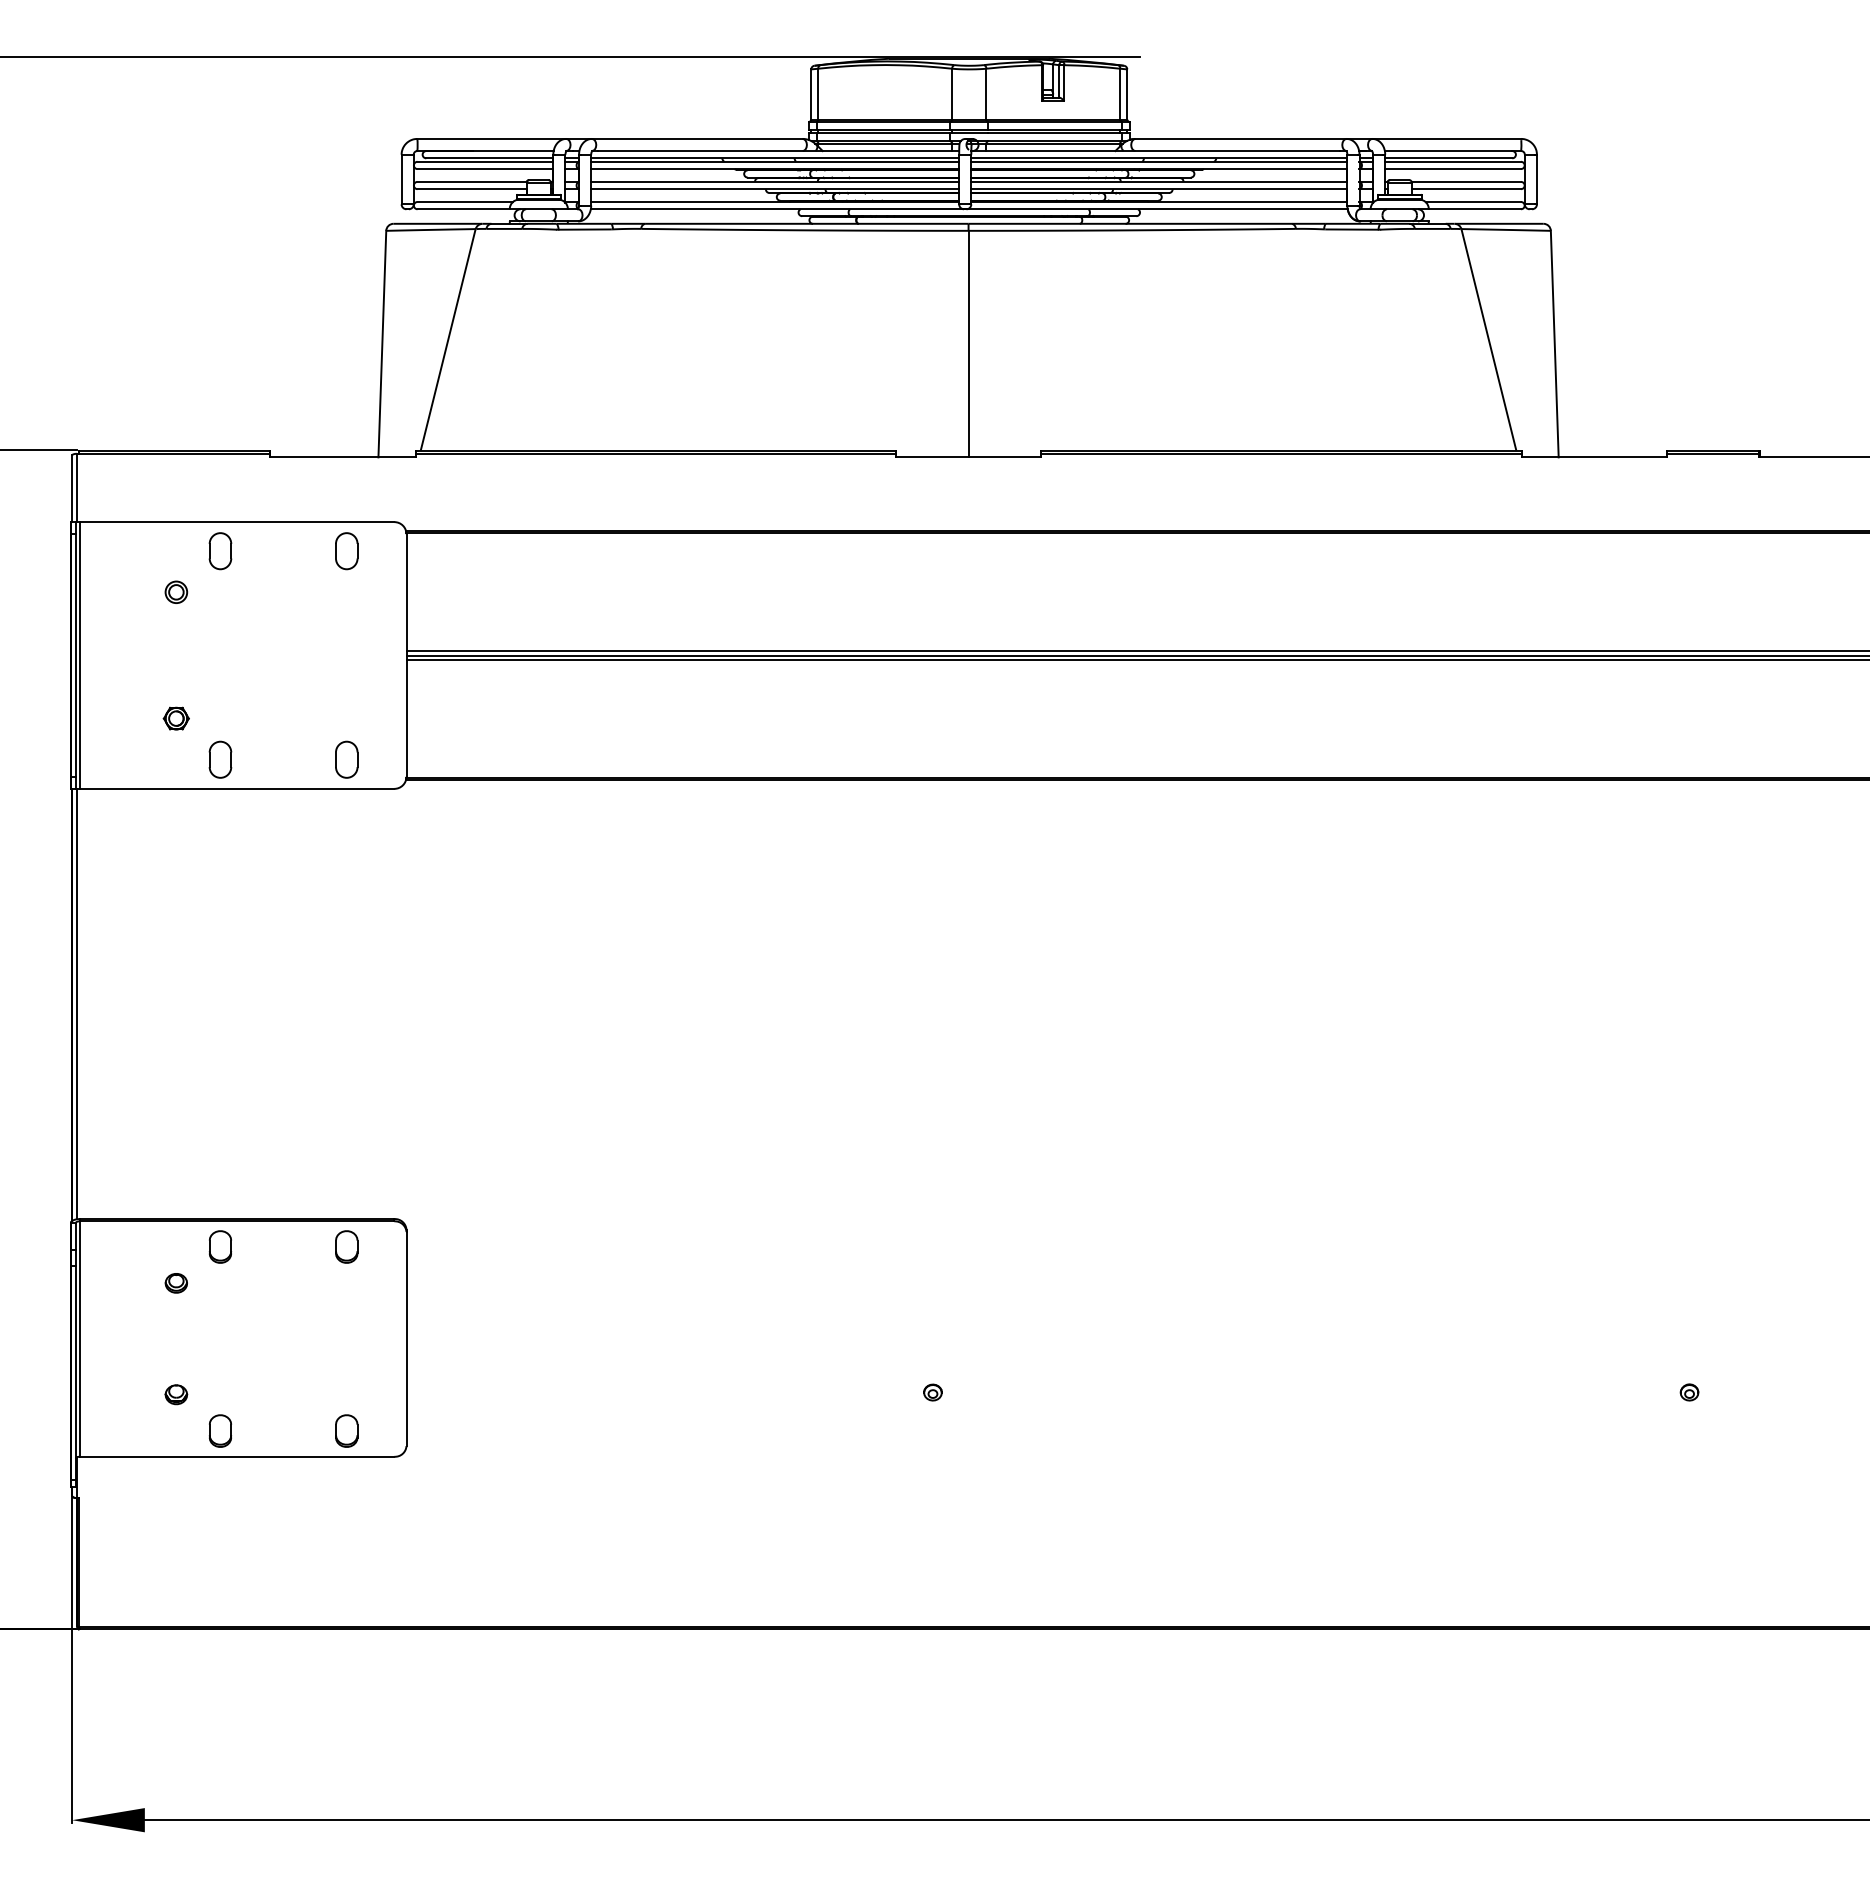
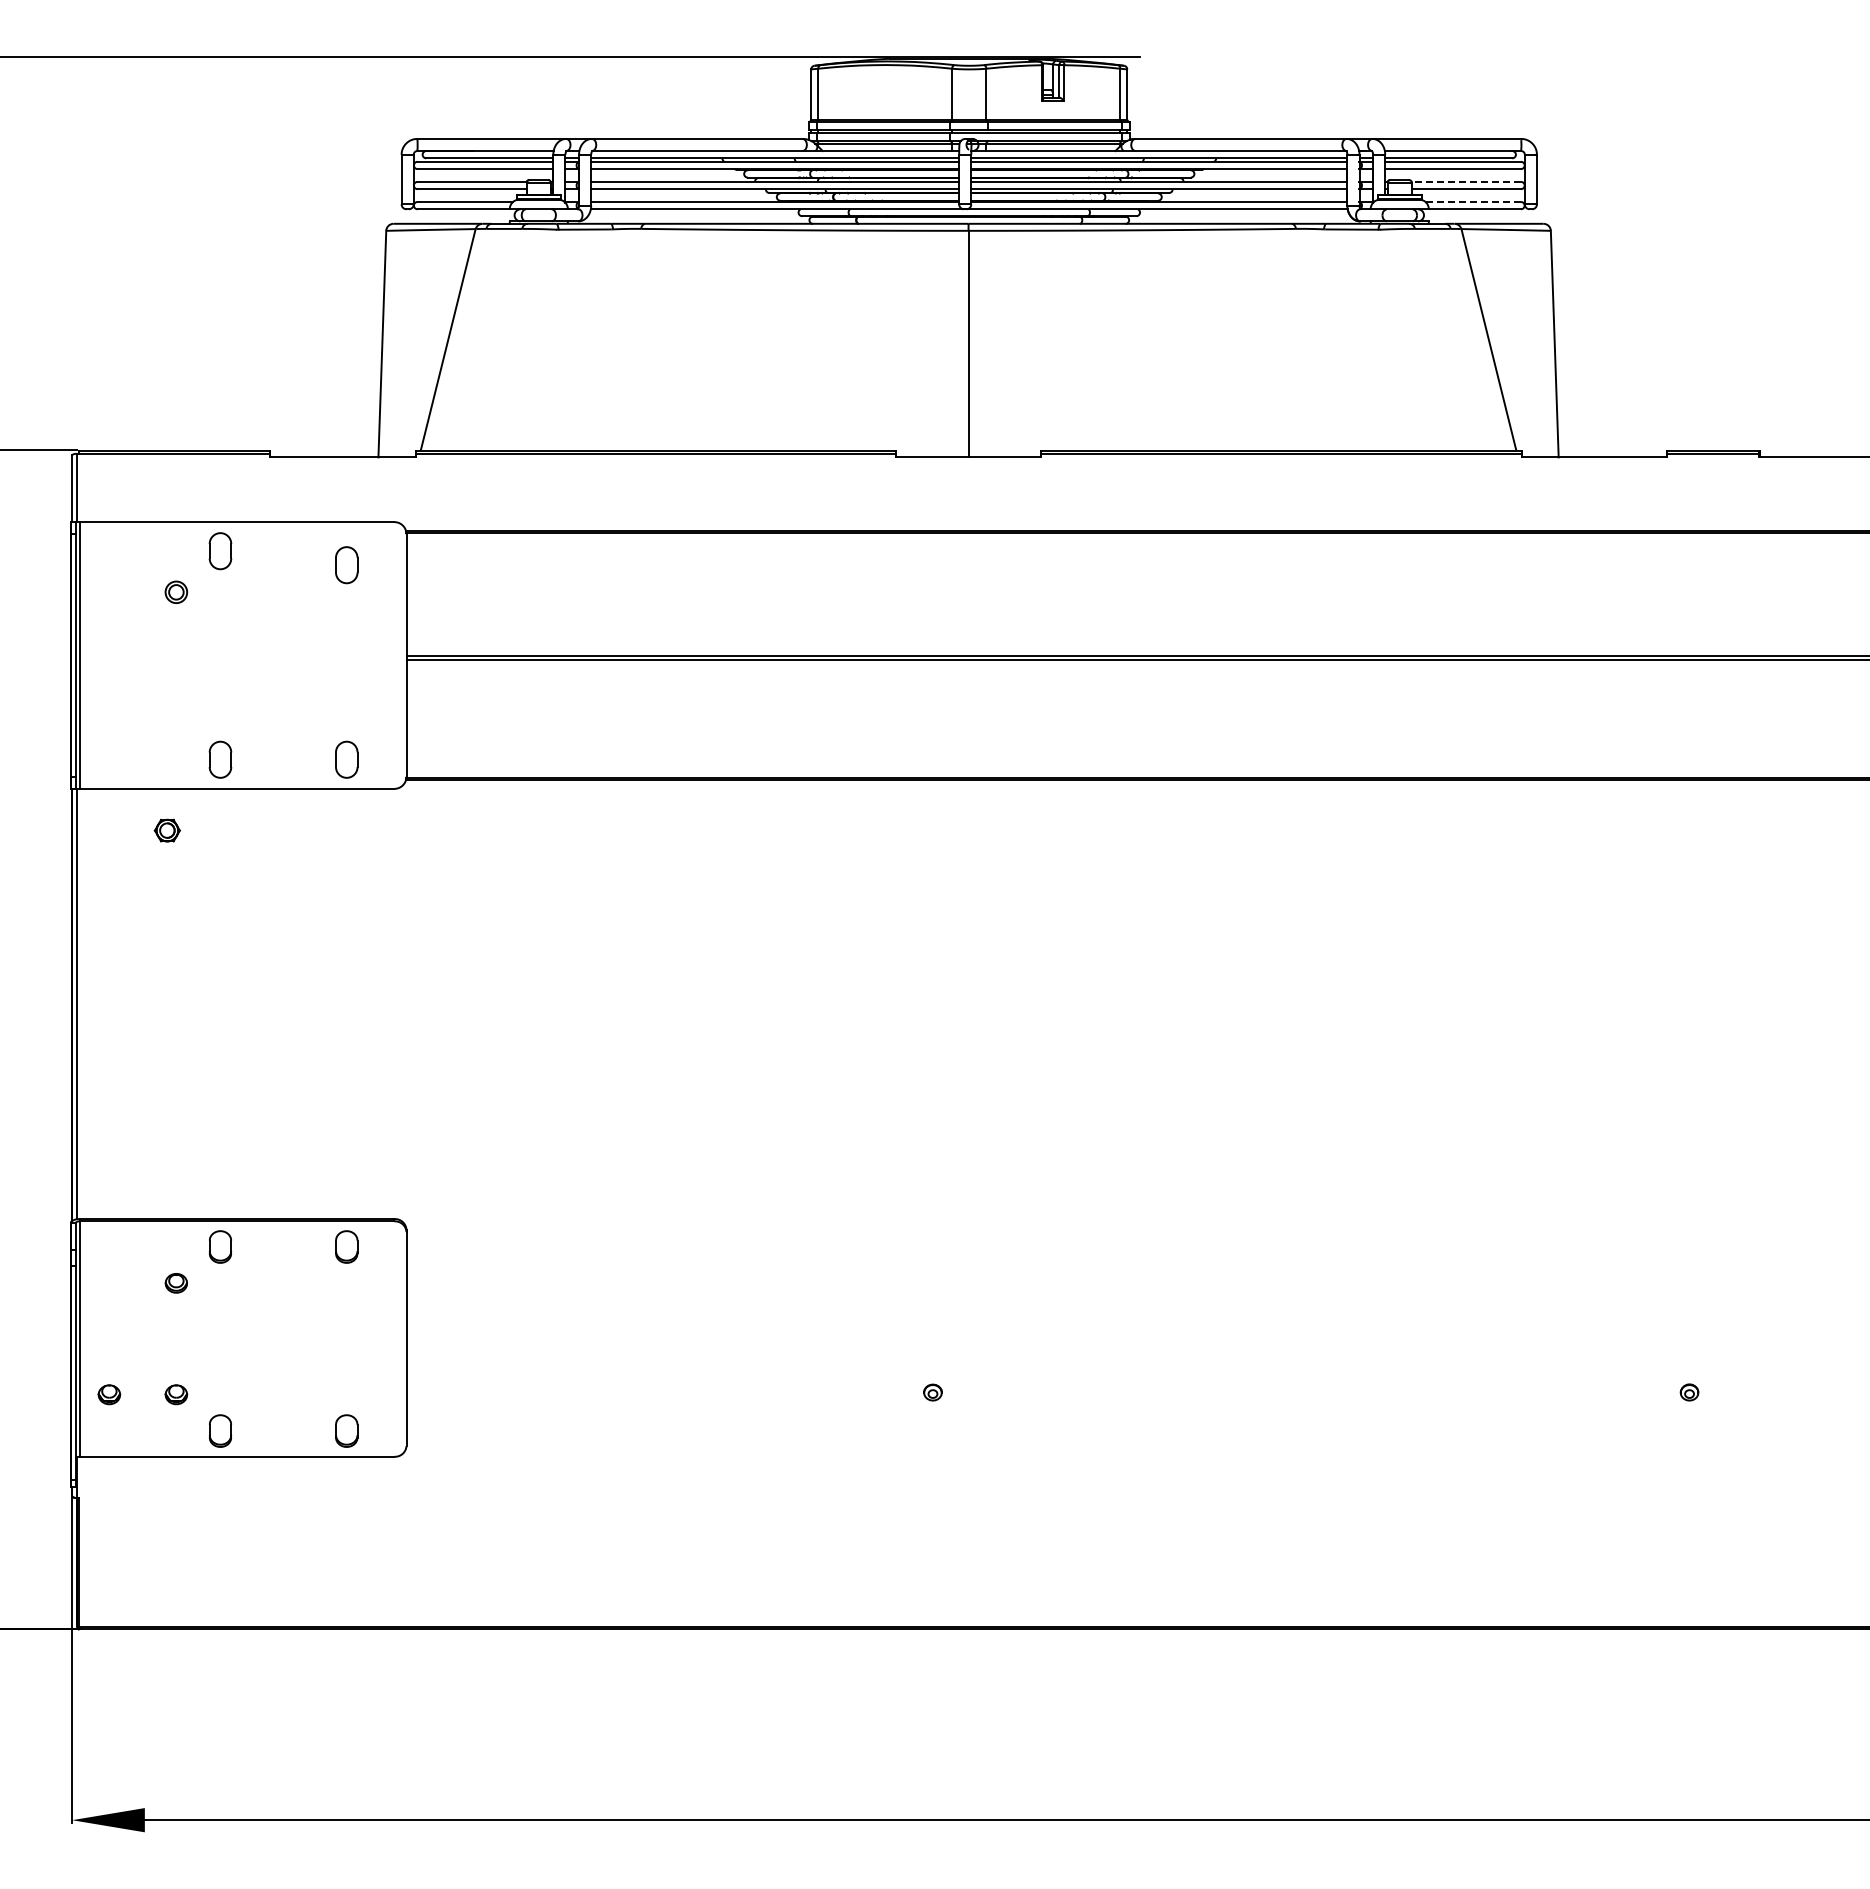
line at (1466, 181): solid -> dashed
line at (1473, 201): solid -> dashed
part at (346, 551) position: (346, 551) -> (346, 565)
line at (1136, 650): present -> none
part at (175, 718) position: (175, 718) -> (166, 830)
part at (109, 1394): none -> present
